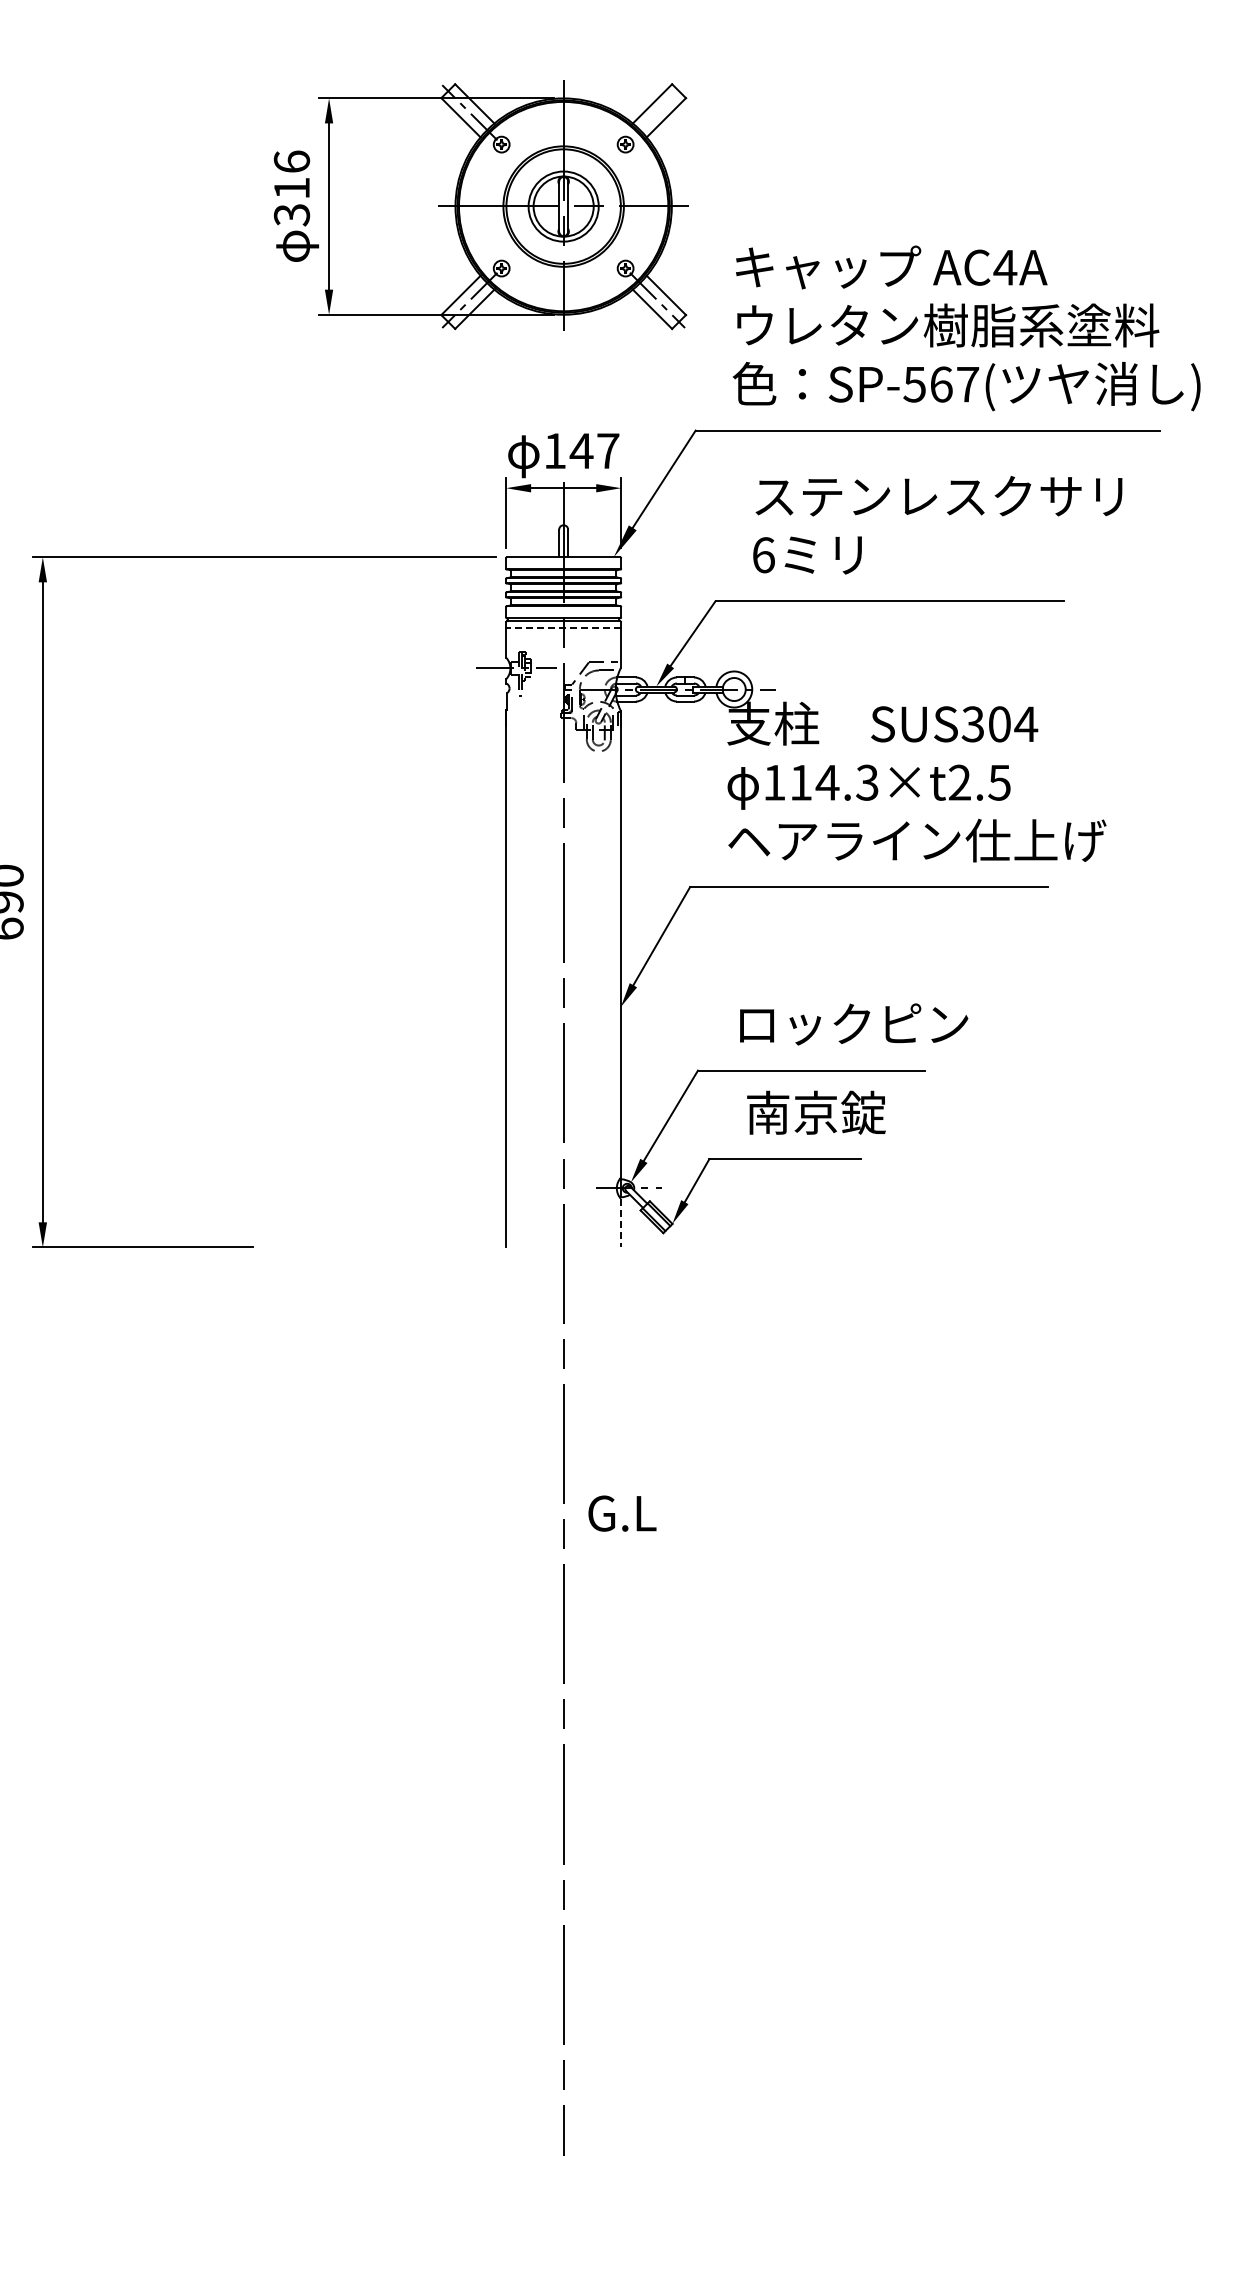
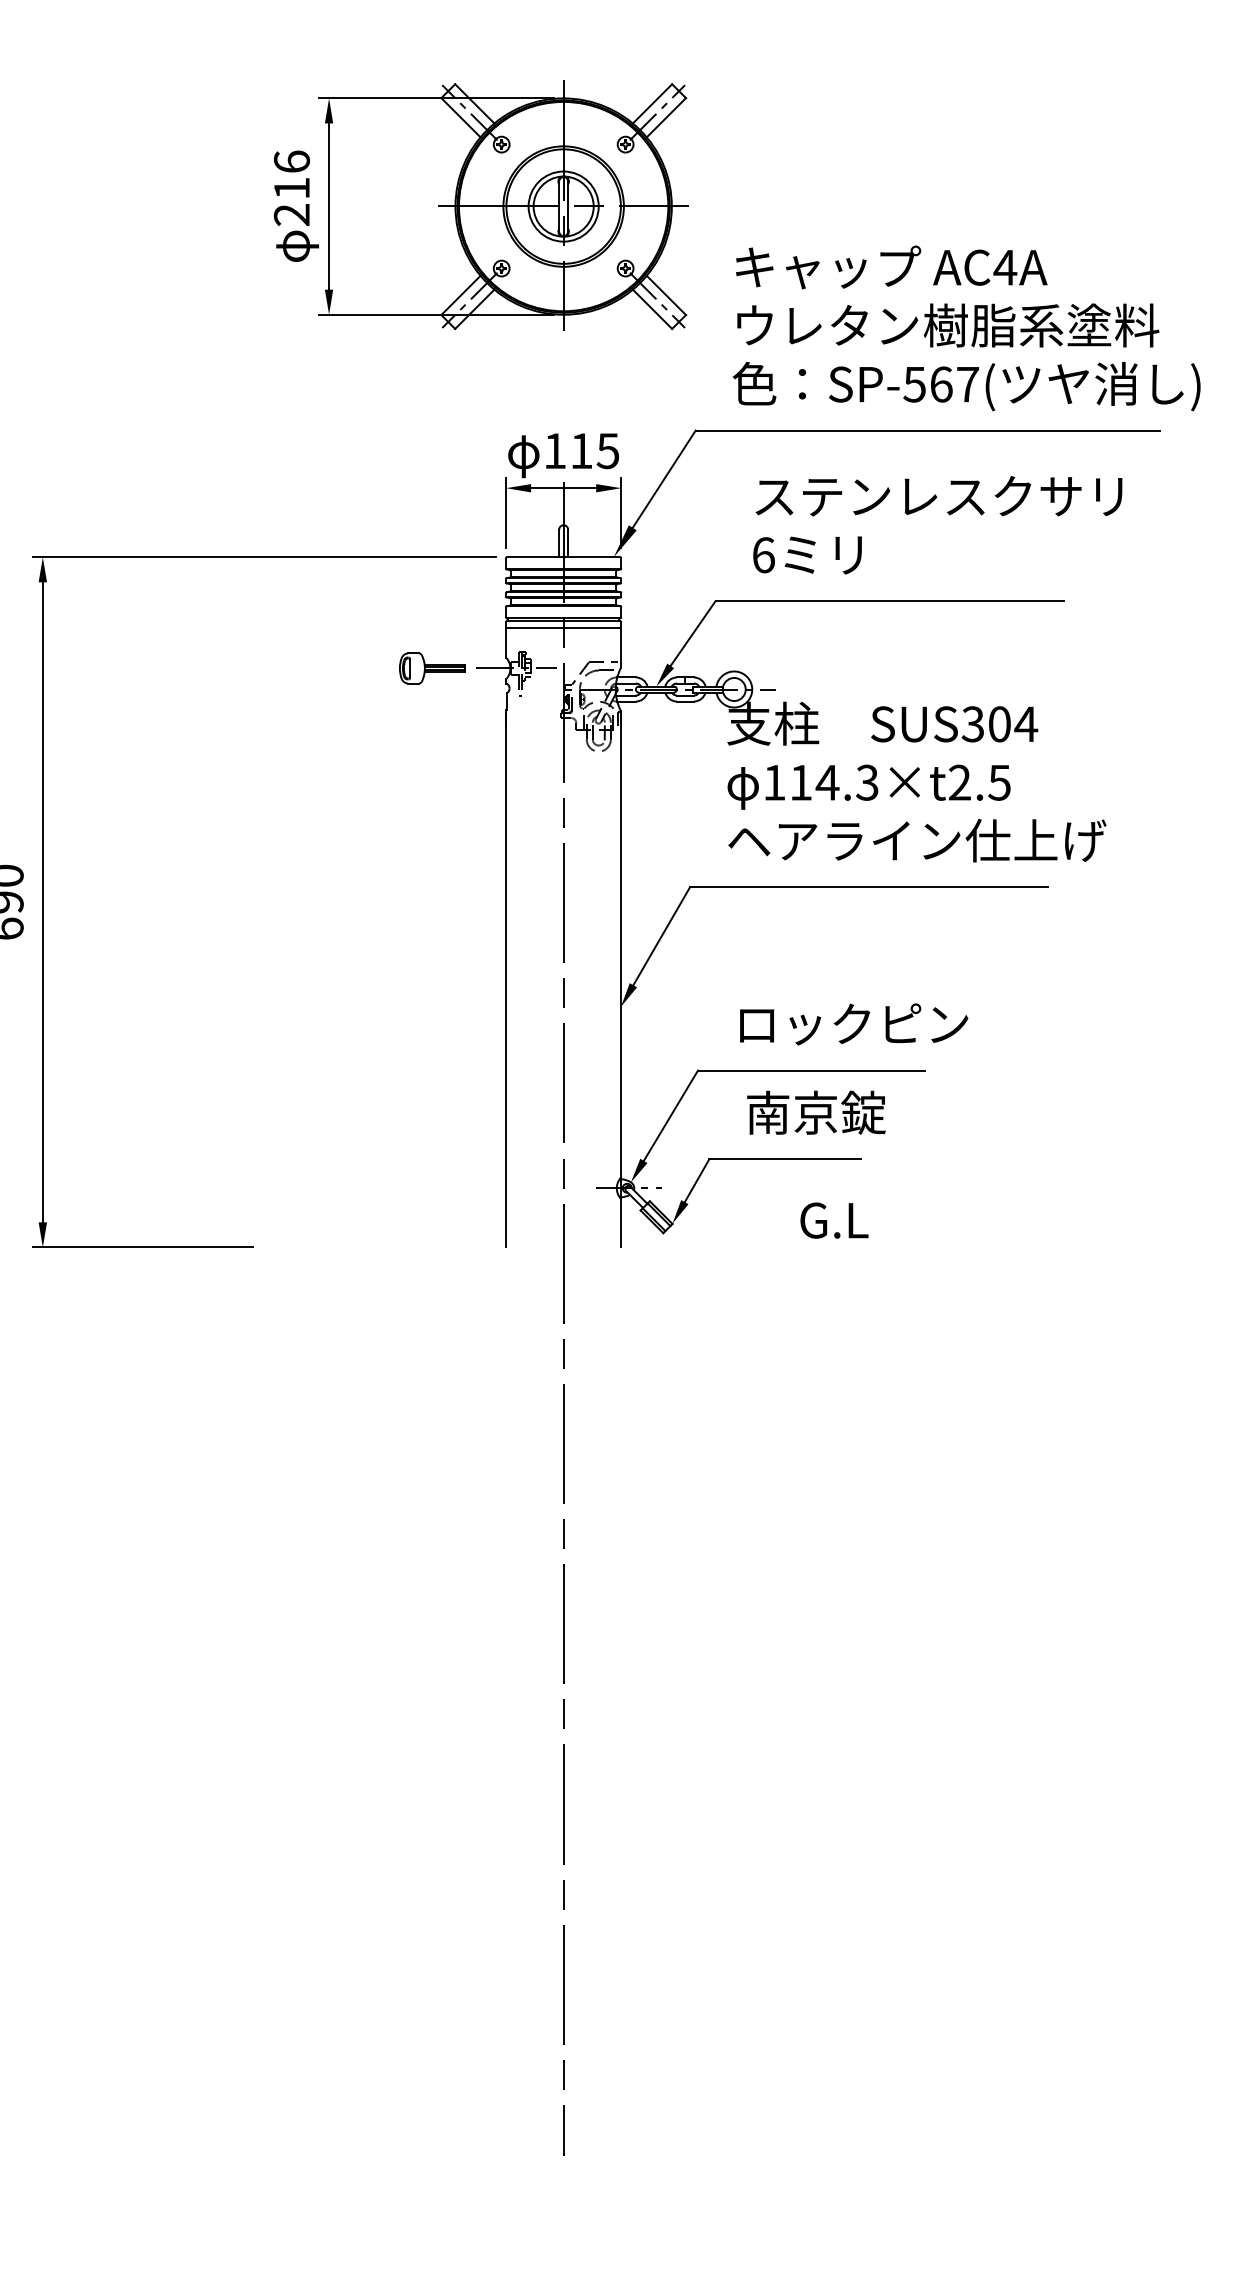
line at (657, 112): none -> present
text at (292, 215): 316 -> 216
text at (594, 451): 147 -> 115
line at (563, 628): dashed -> solid
part at (432, 668): none -> present
line at (620, 1223): dashed -> solid
text at (622, 1513) position: (622, 1513) -> (834, 1220)
